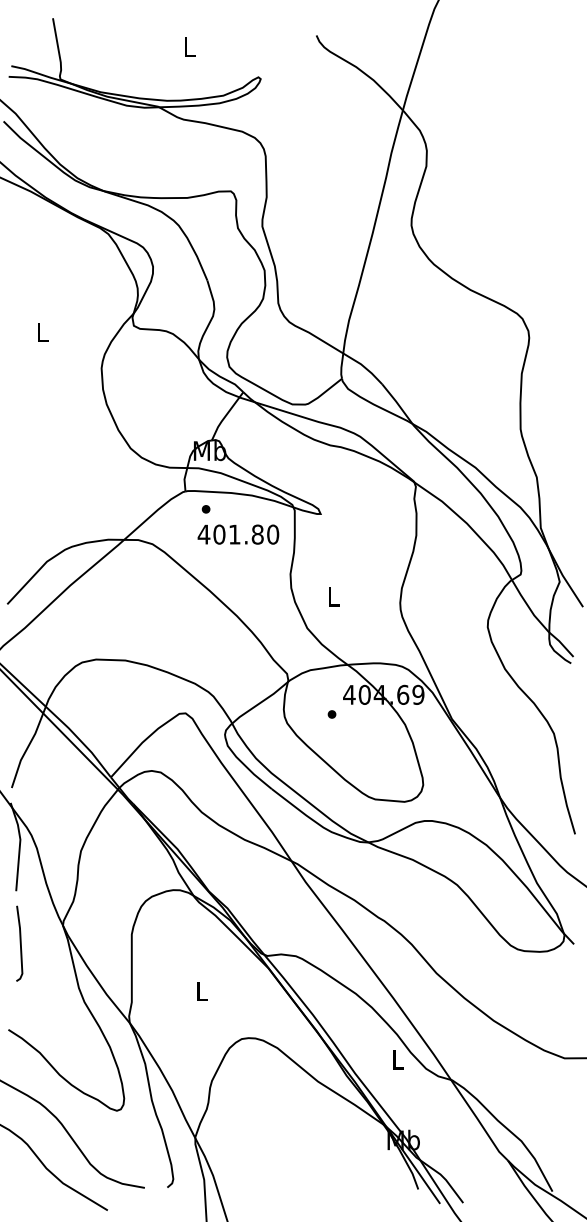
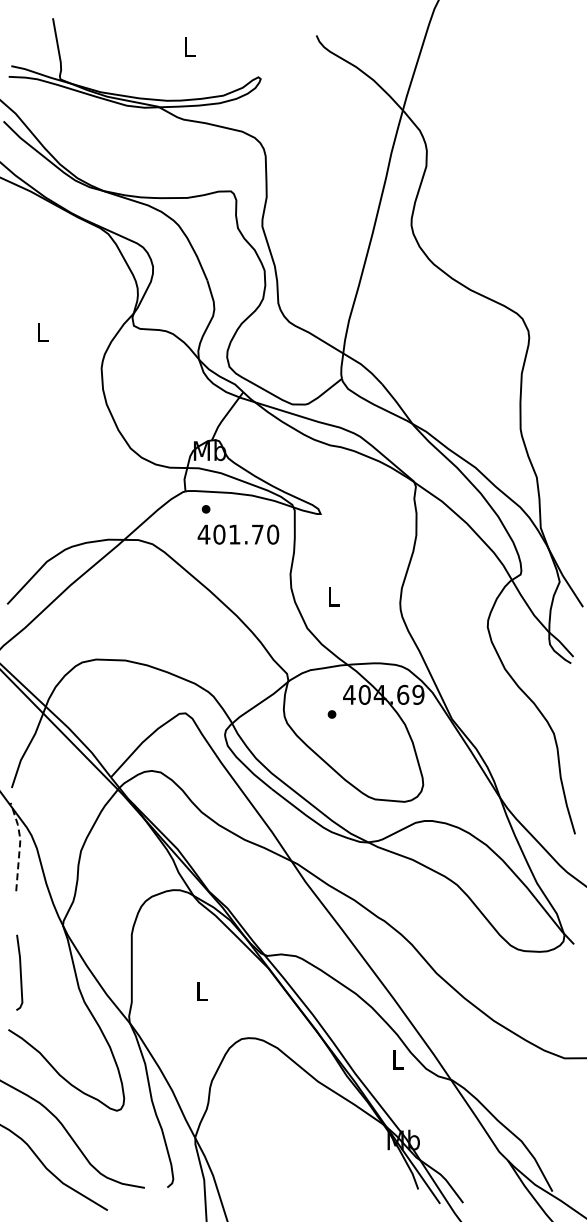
text at (257, 534): 401.80 -> 401.70
line at (20, 844): solid -> dashed
line at (19, 943) position: (19, 943) -> (19, 972)
